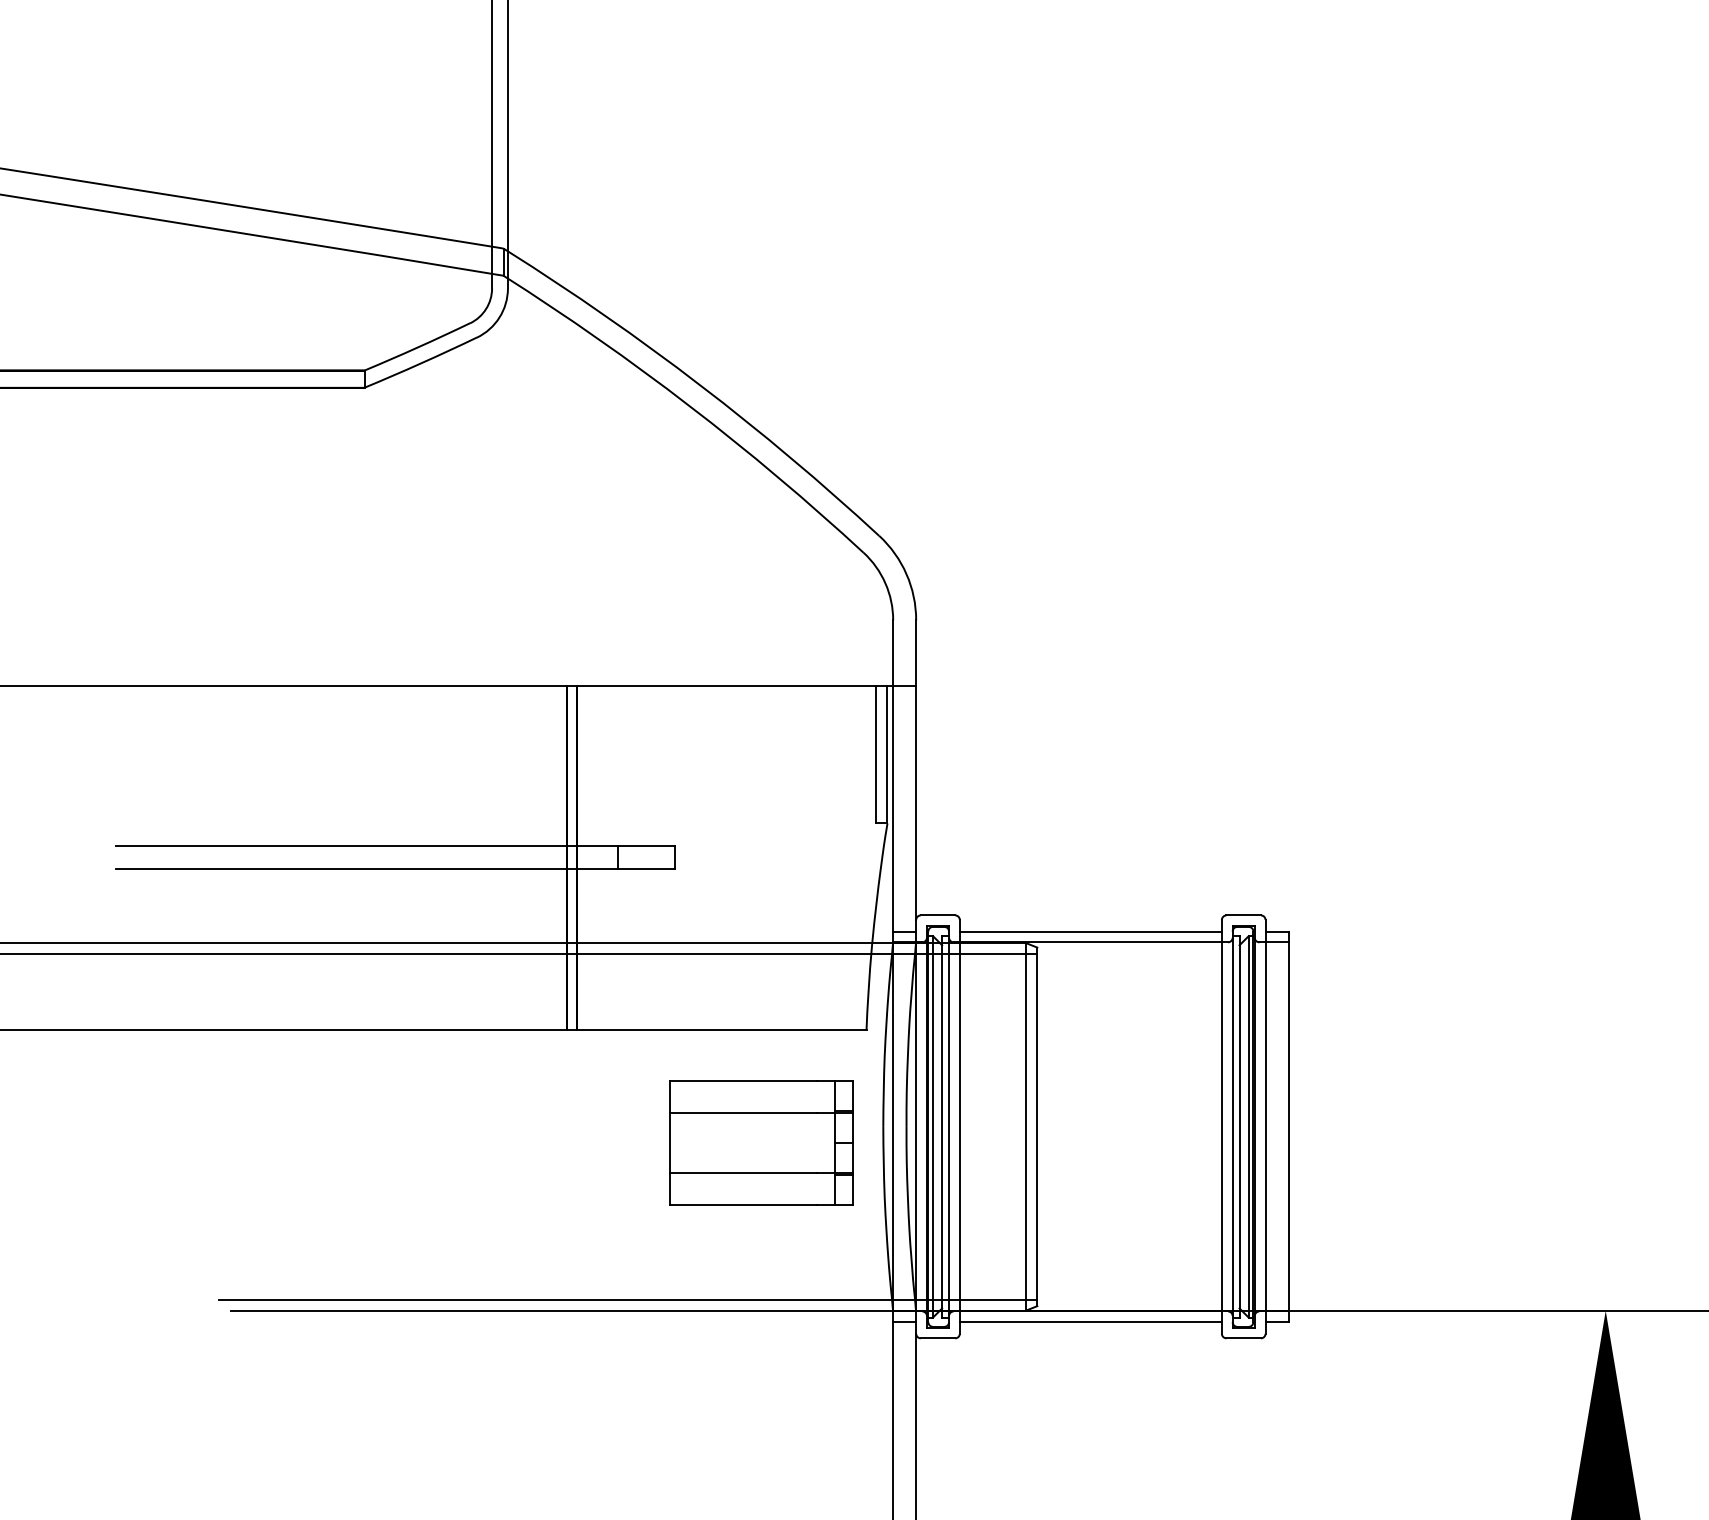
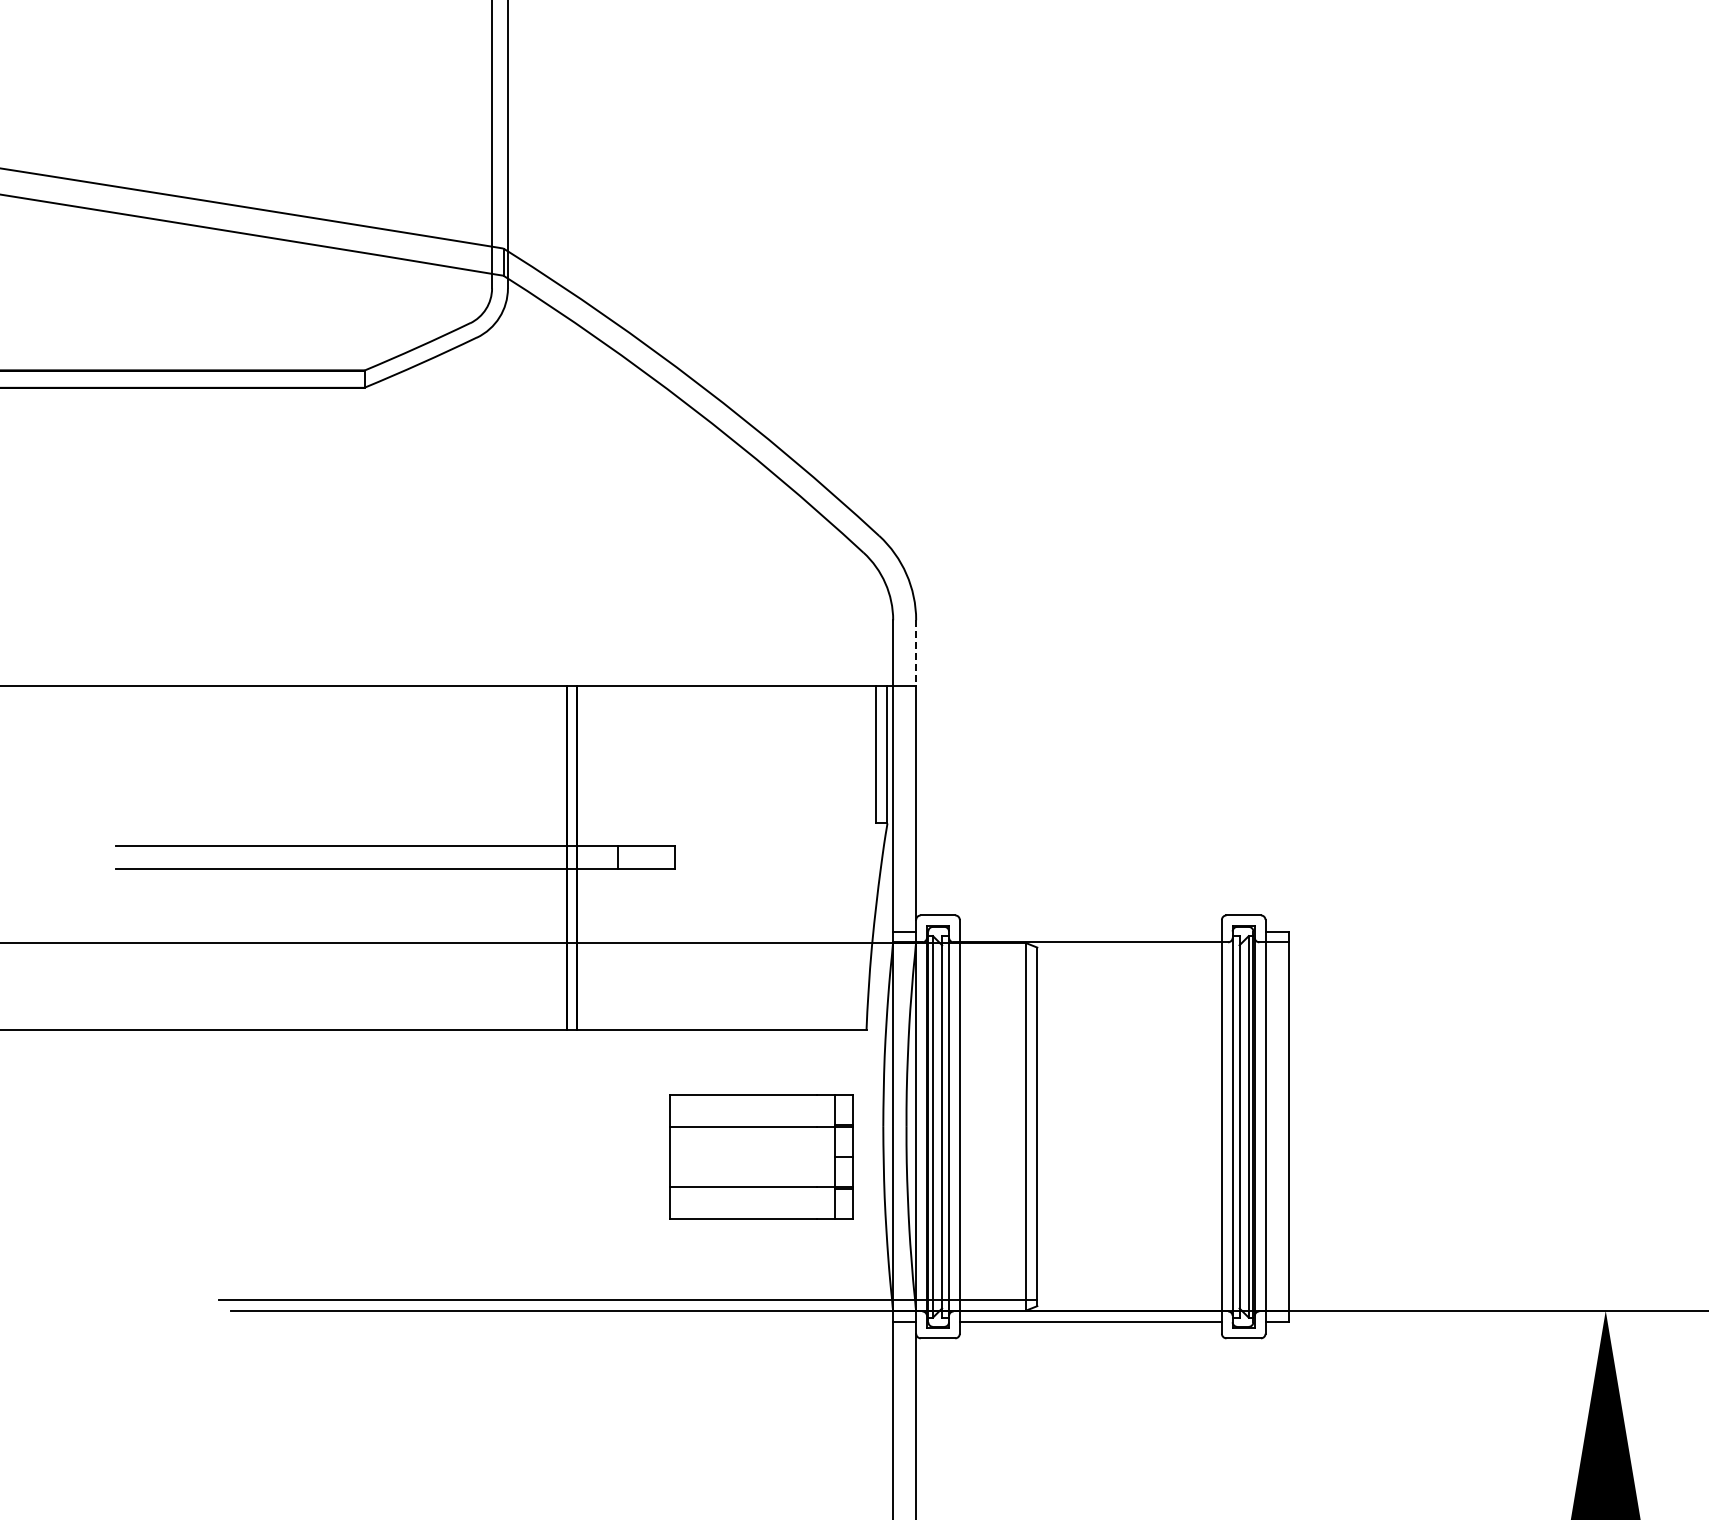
line at (916, 652): solid -> dashed
line at (1090, 931): present -> none
line at (519, 954): present -> none
part at (761, 1142) position: (761, 1142) -> (761, 1156)
